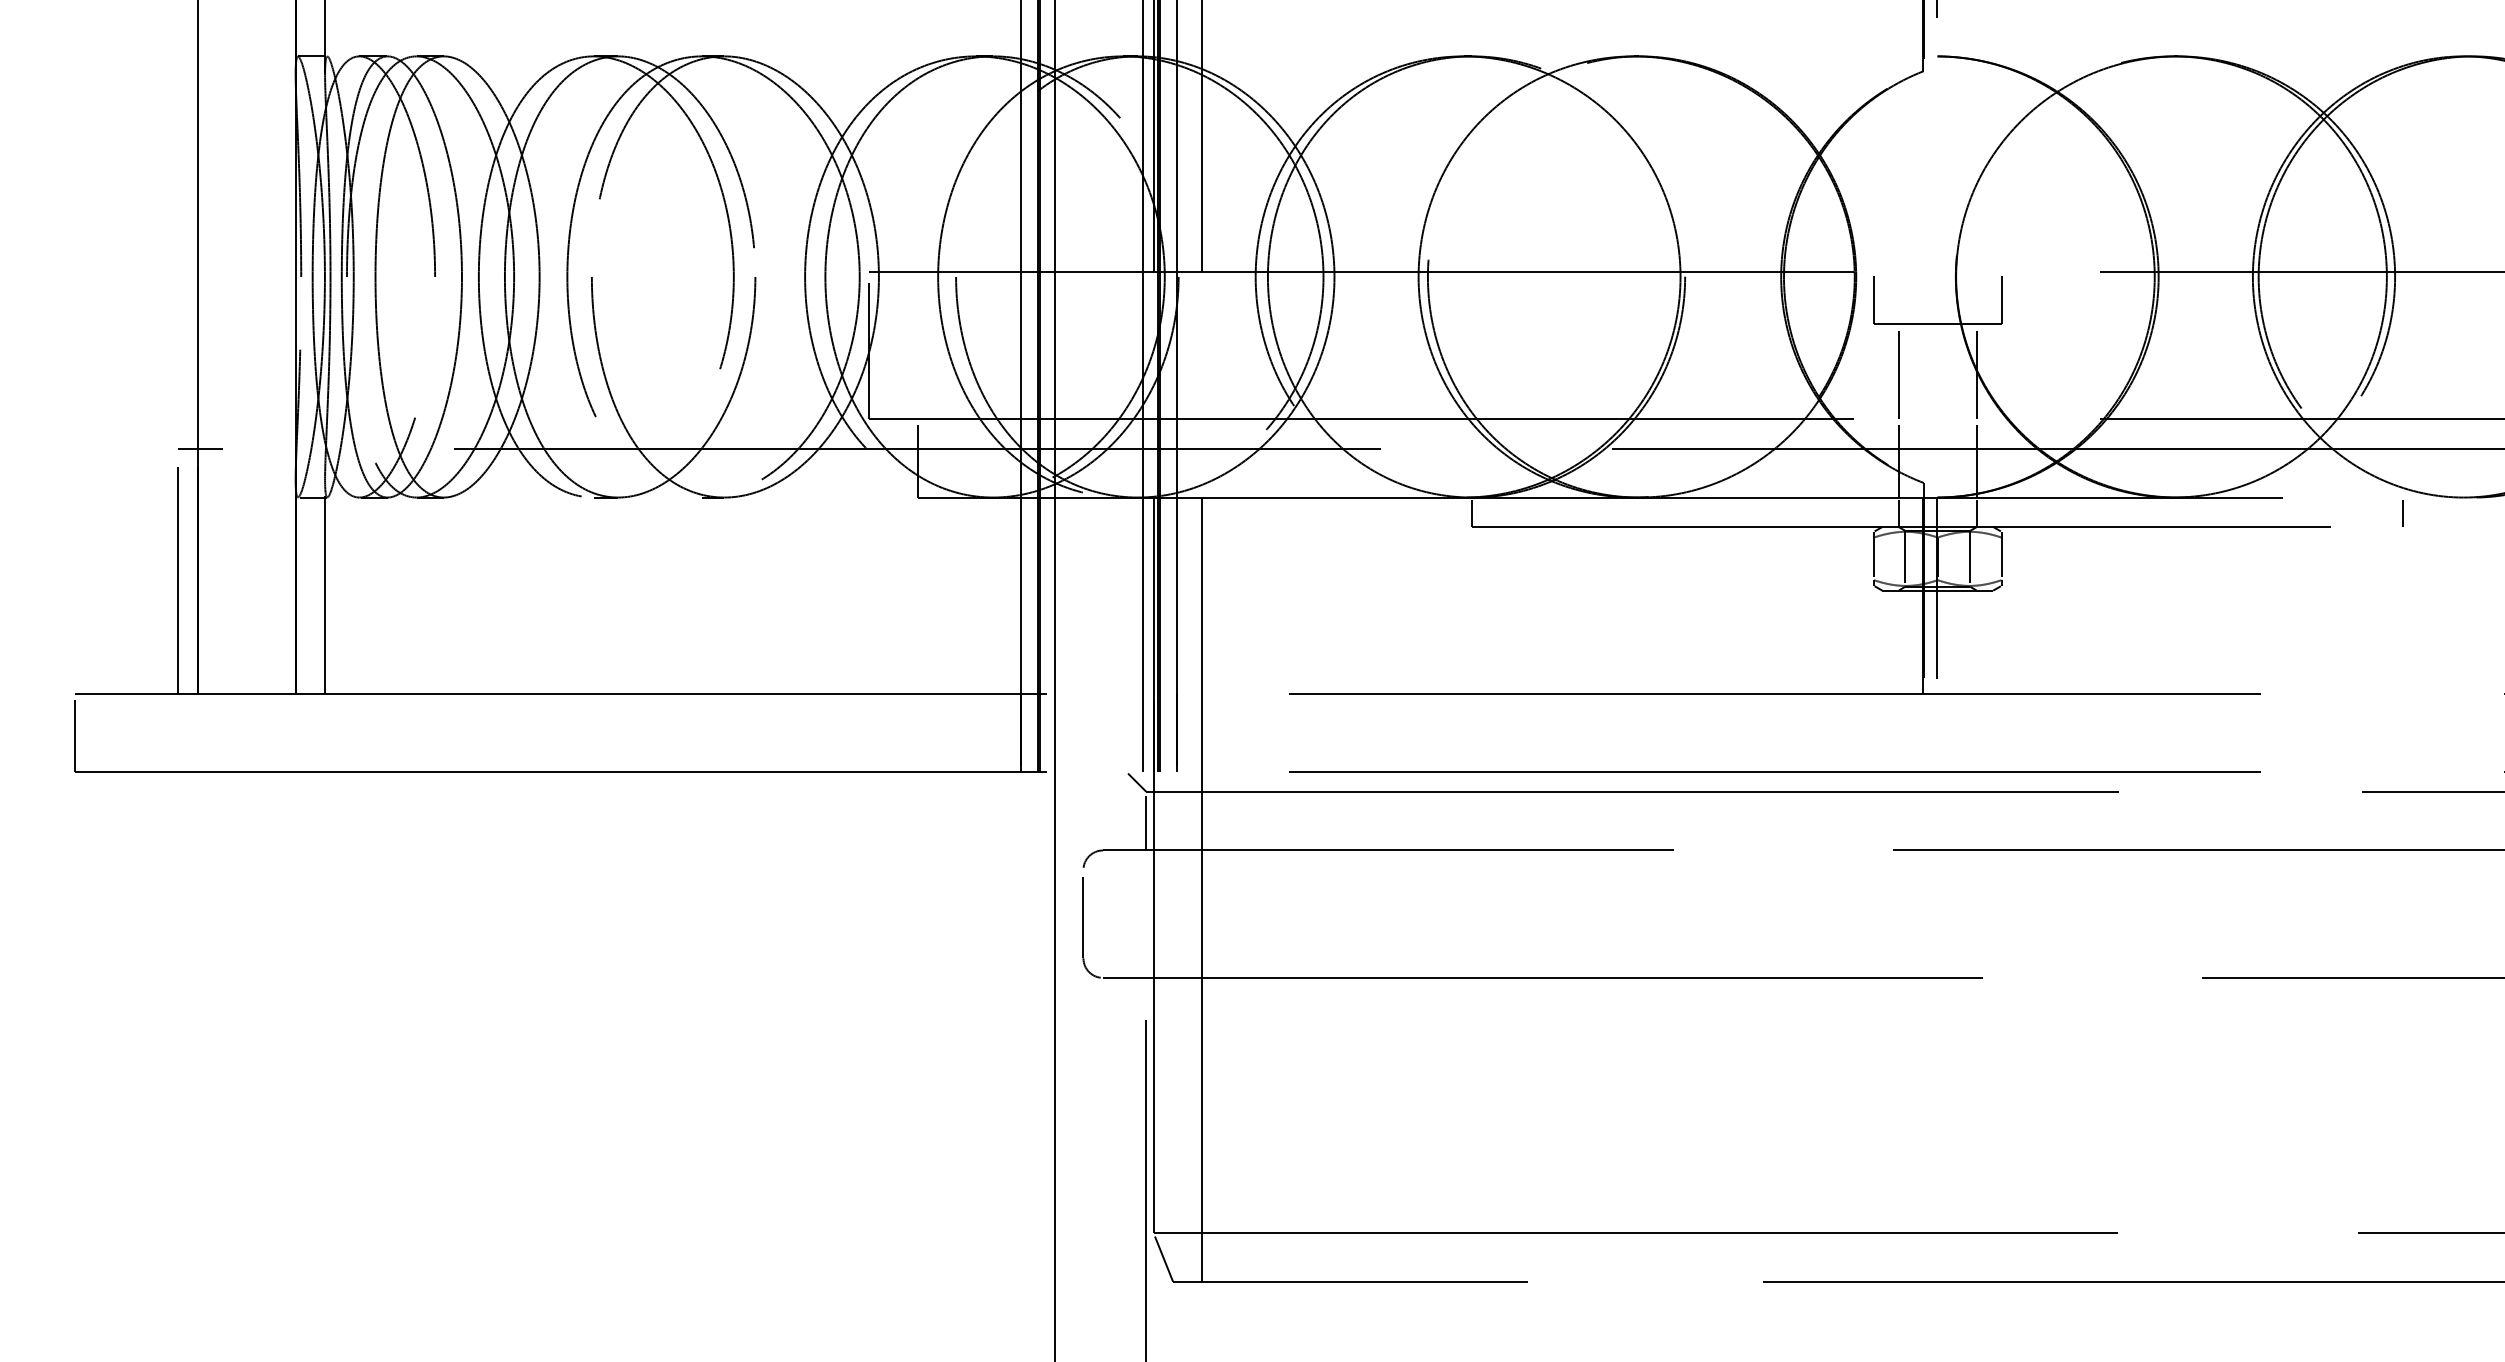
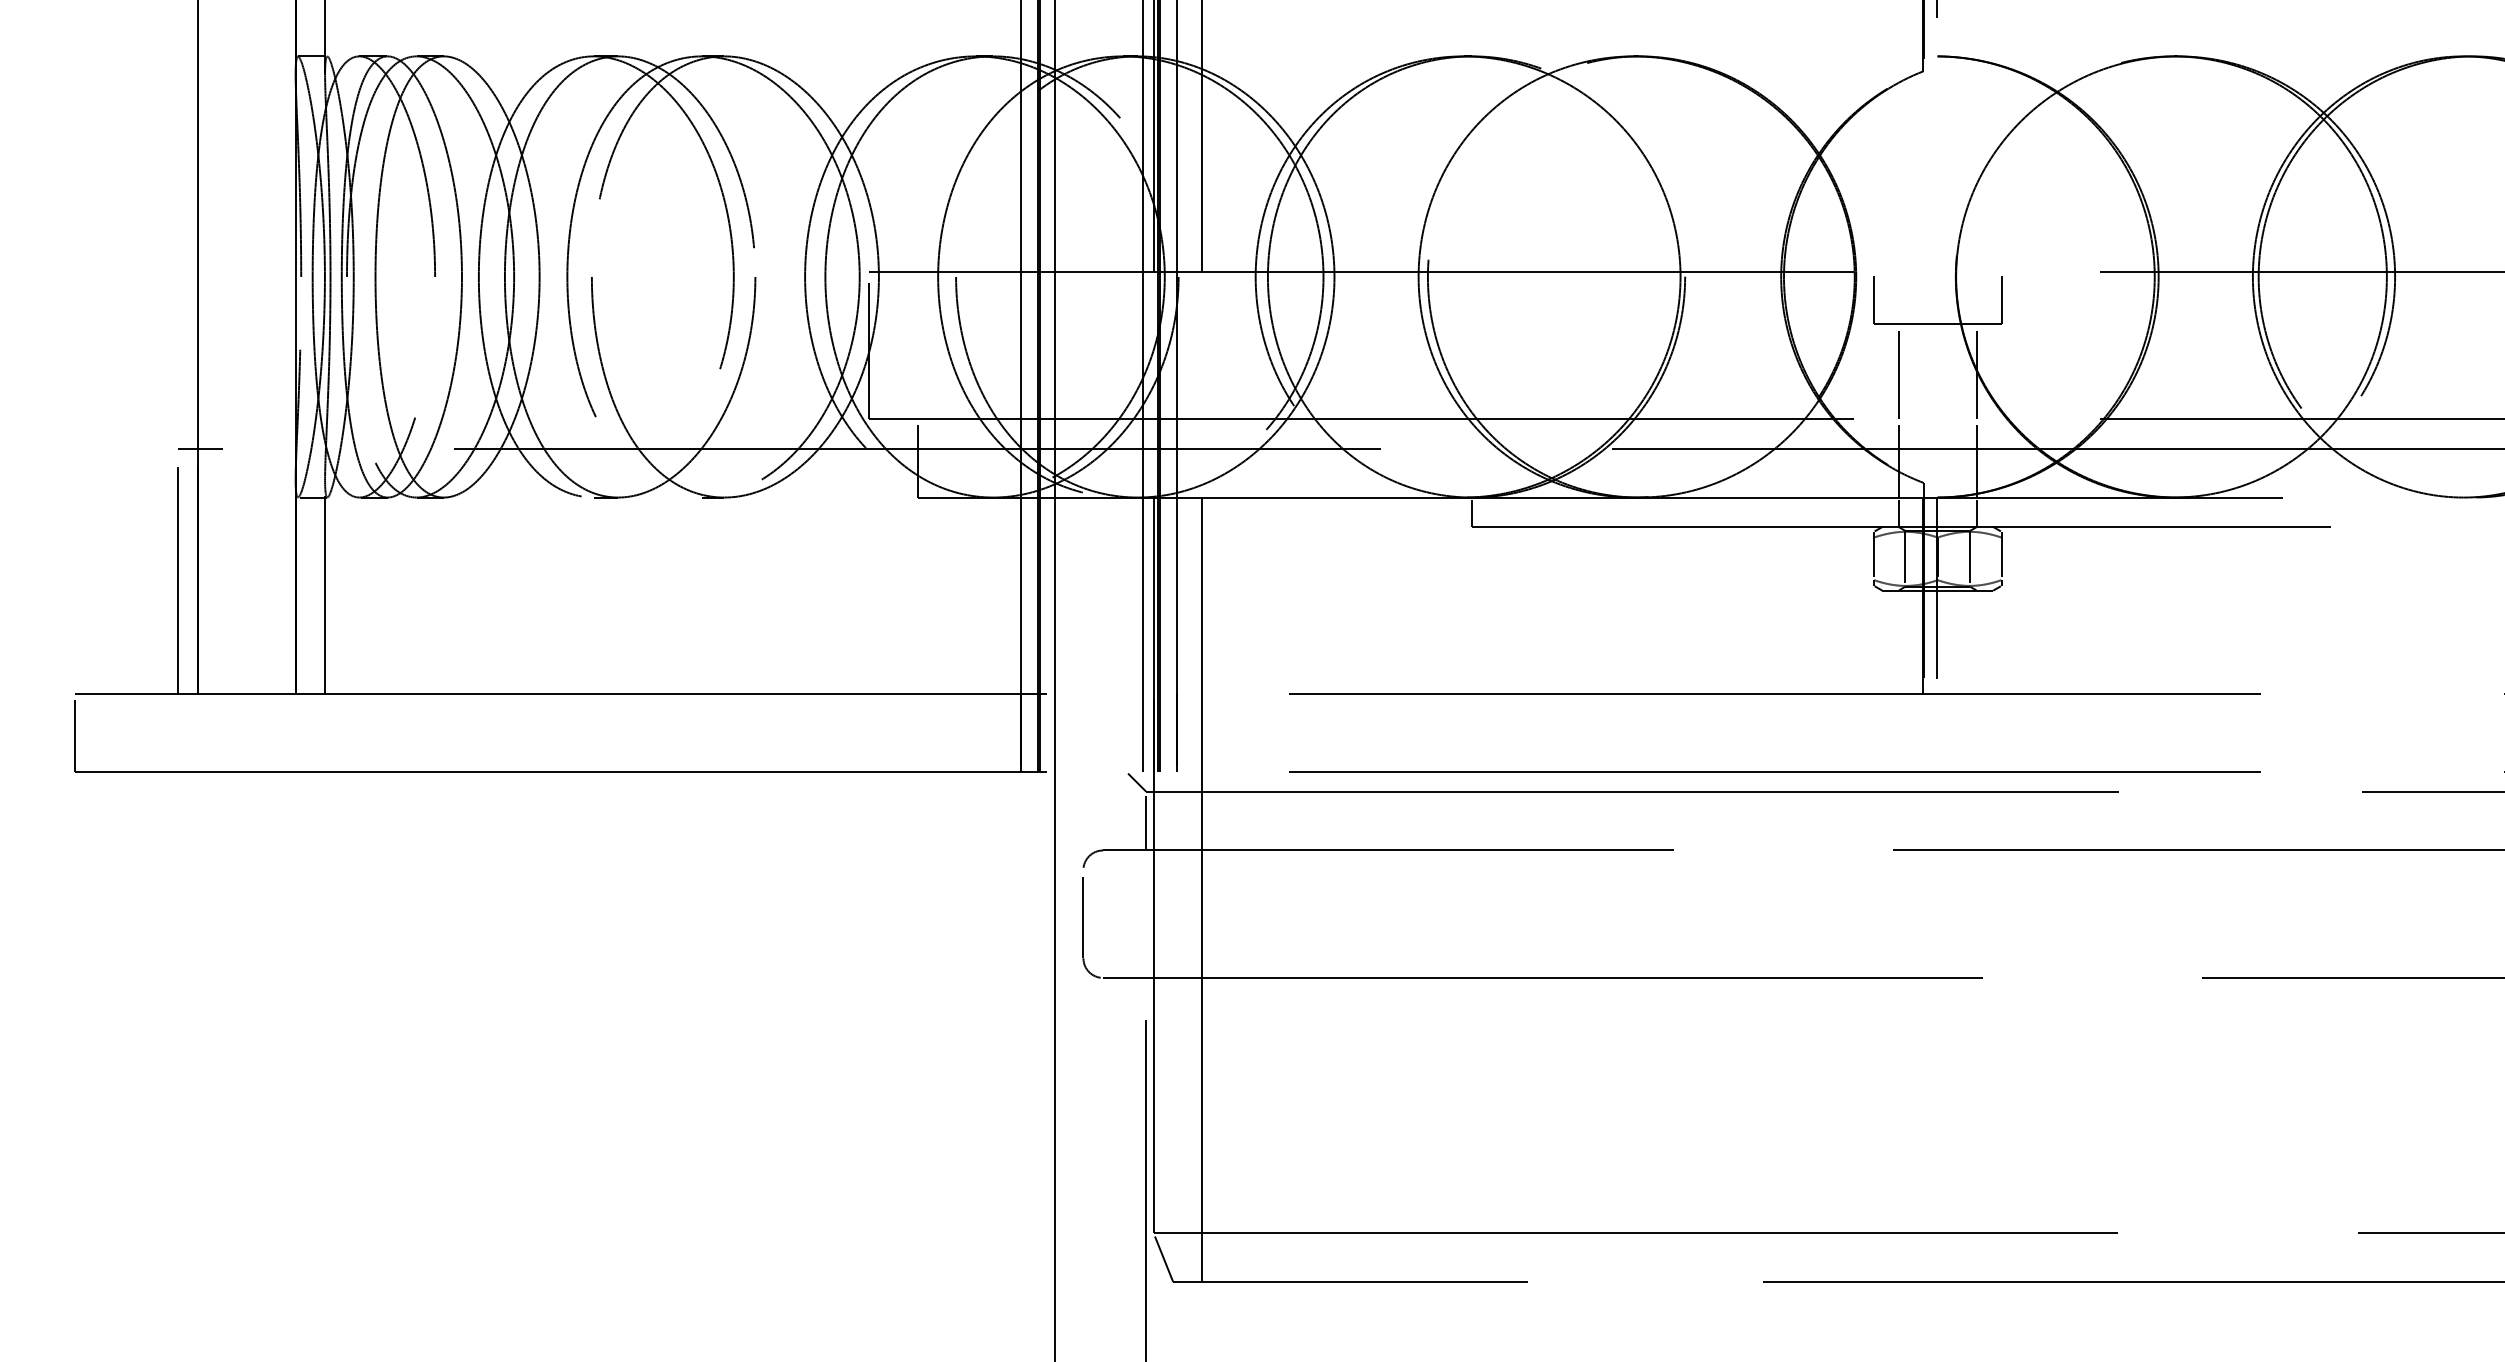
line at (2403, 511): present -> none
